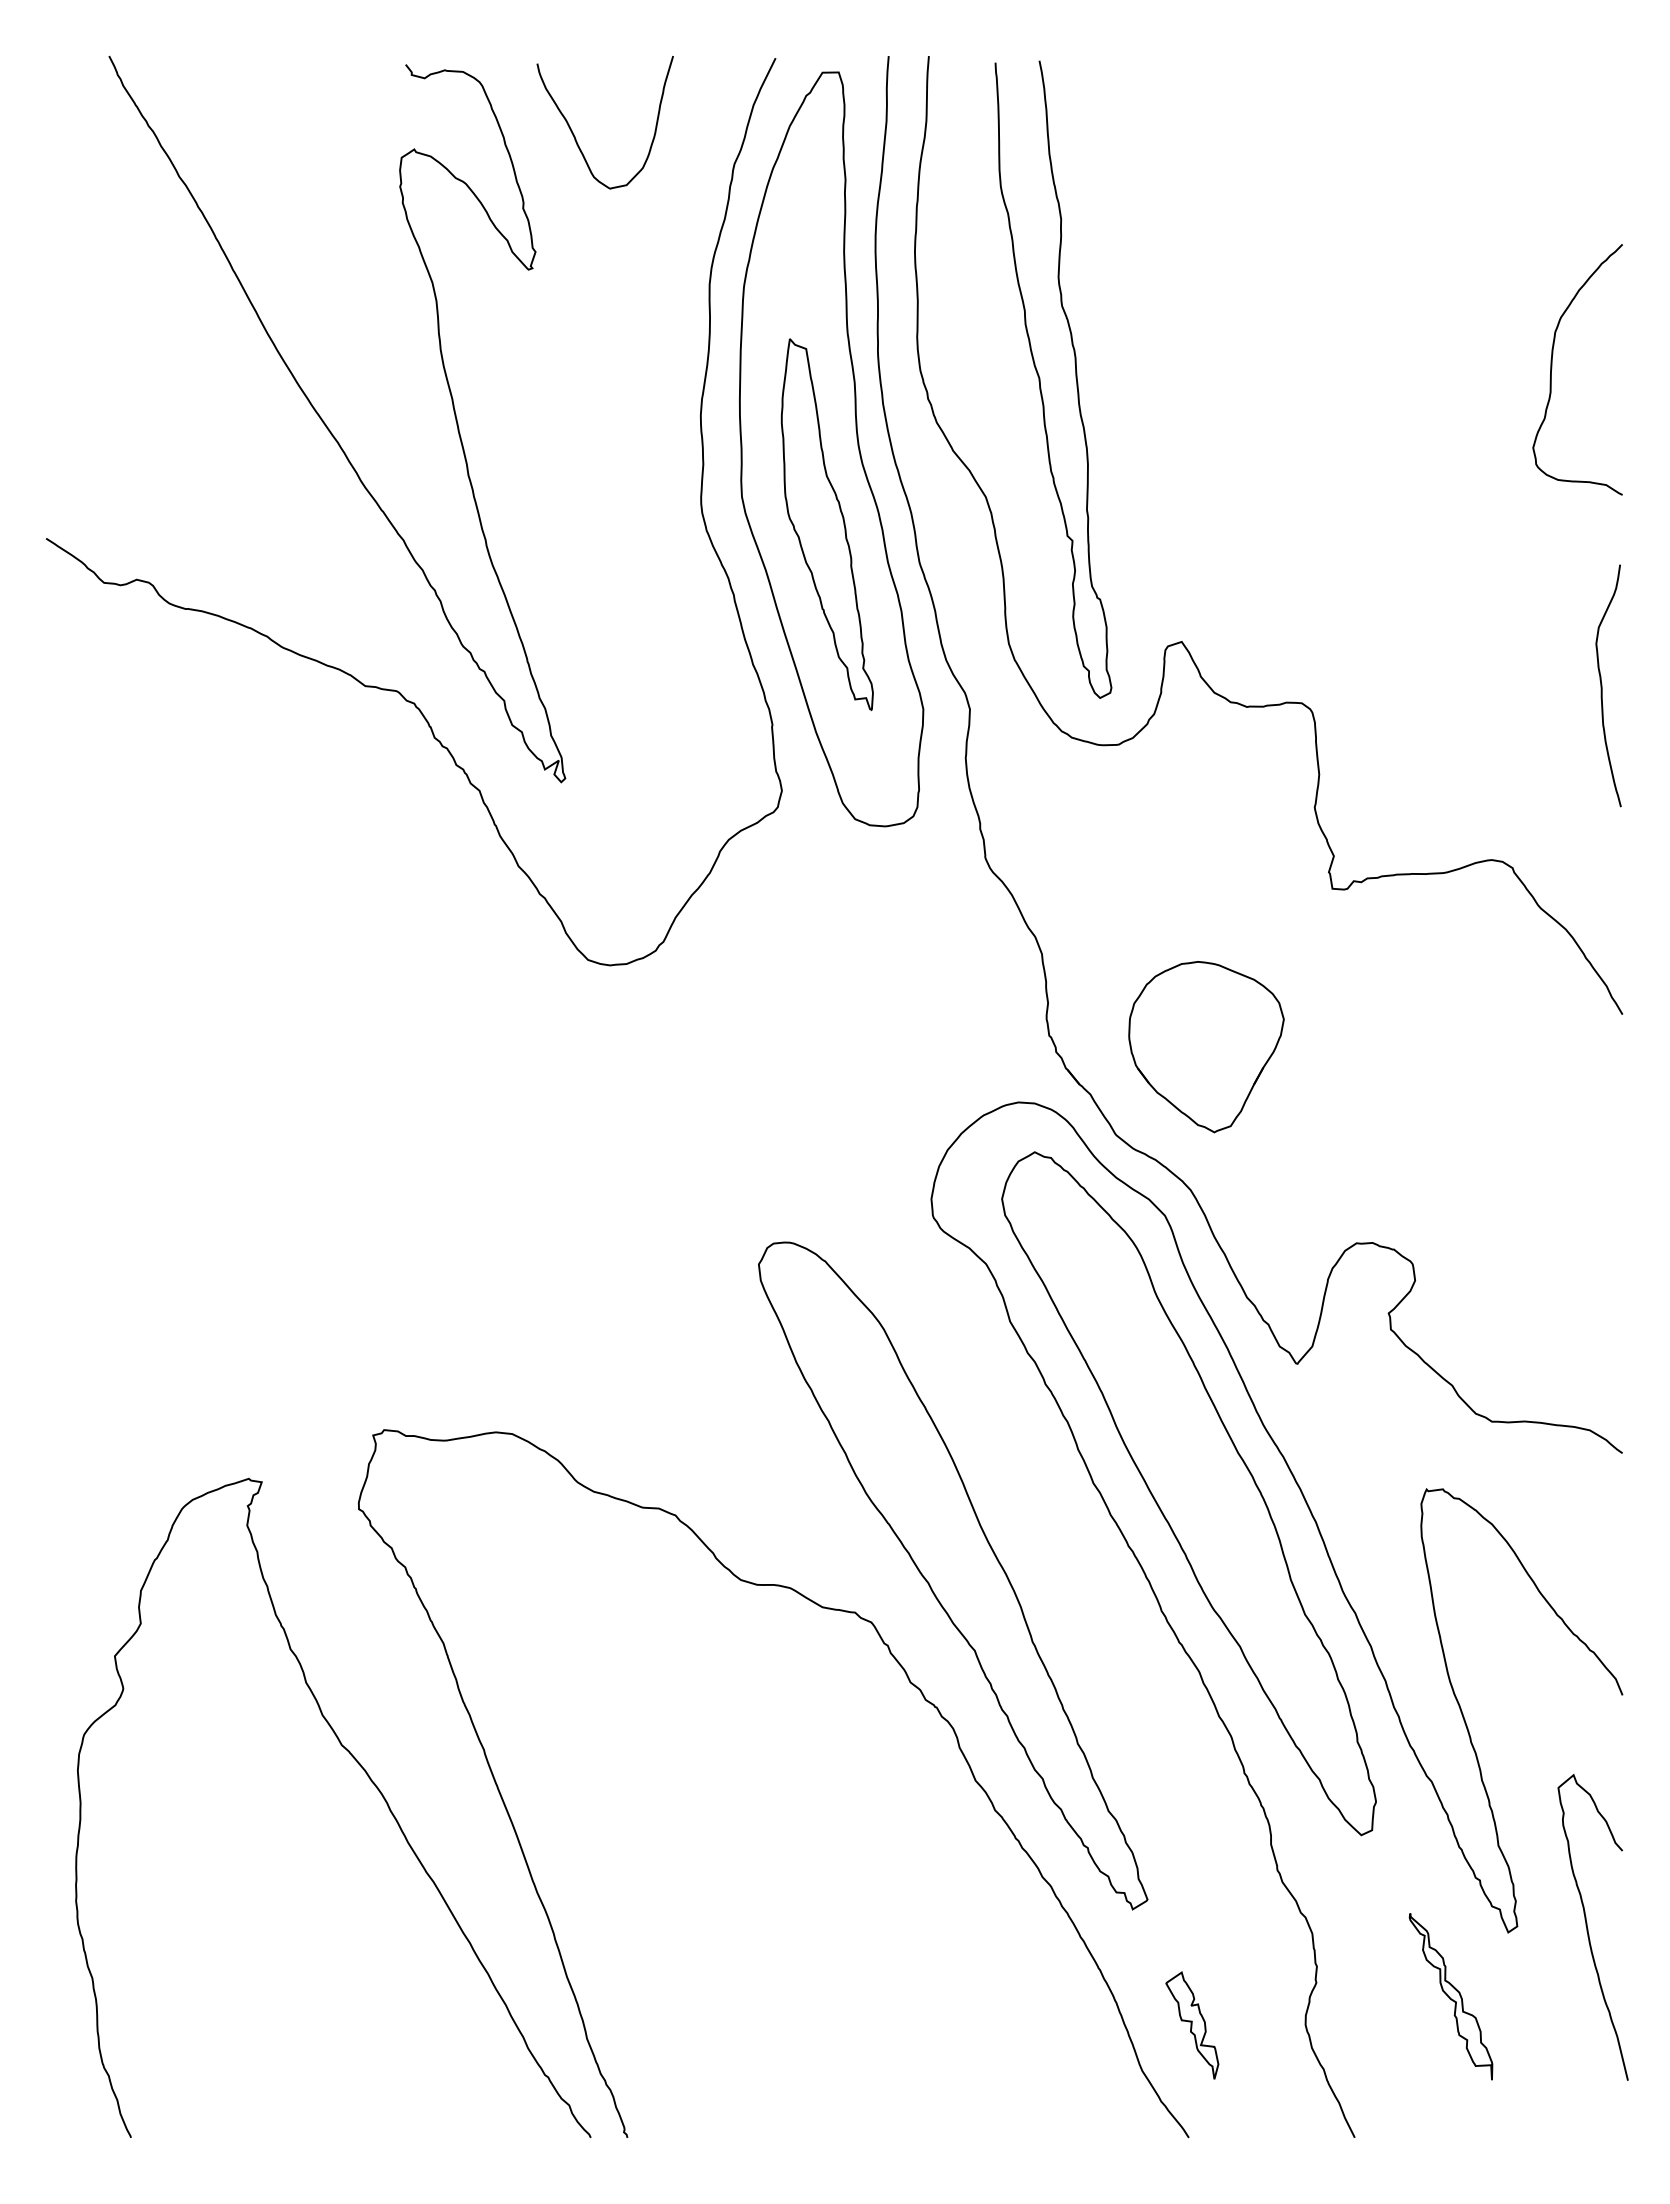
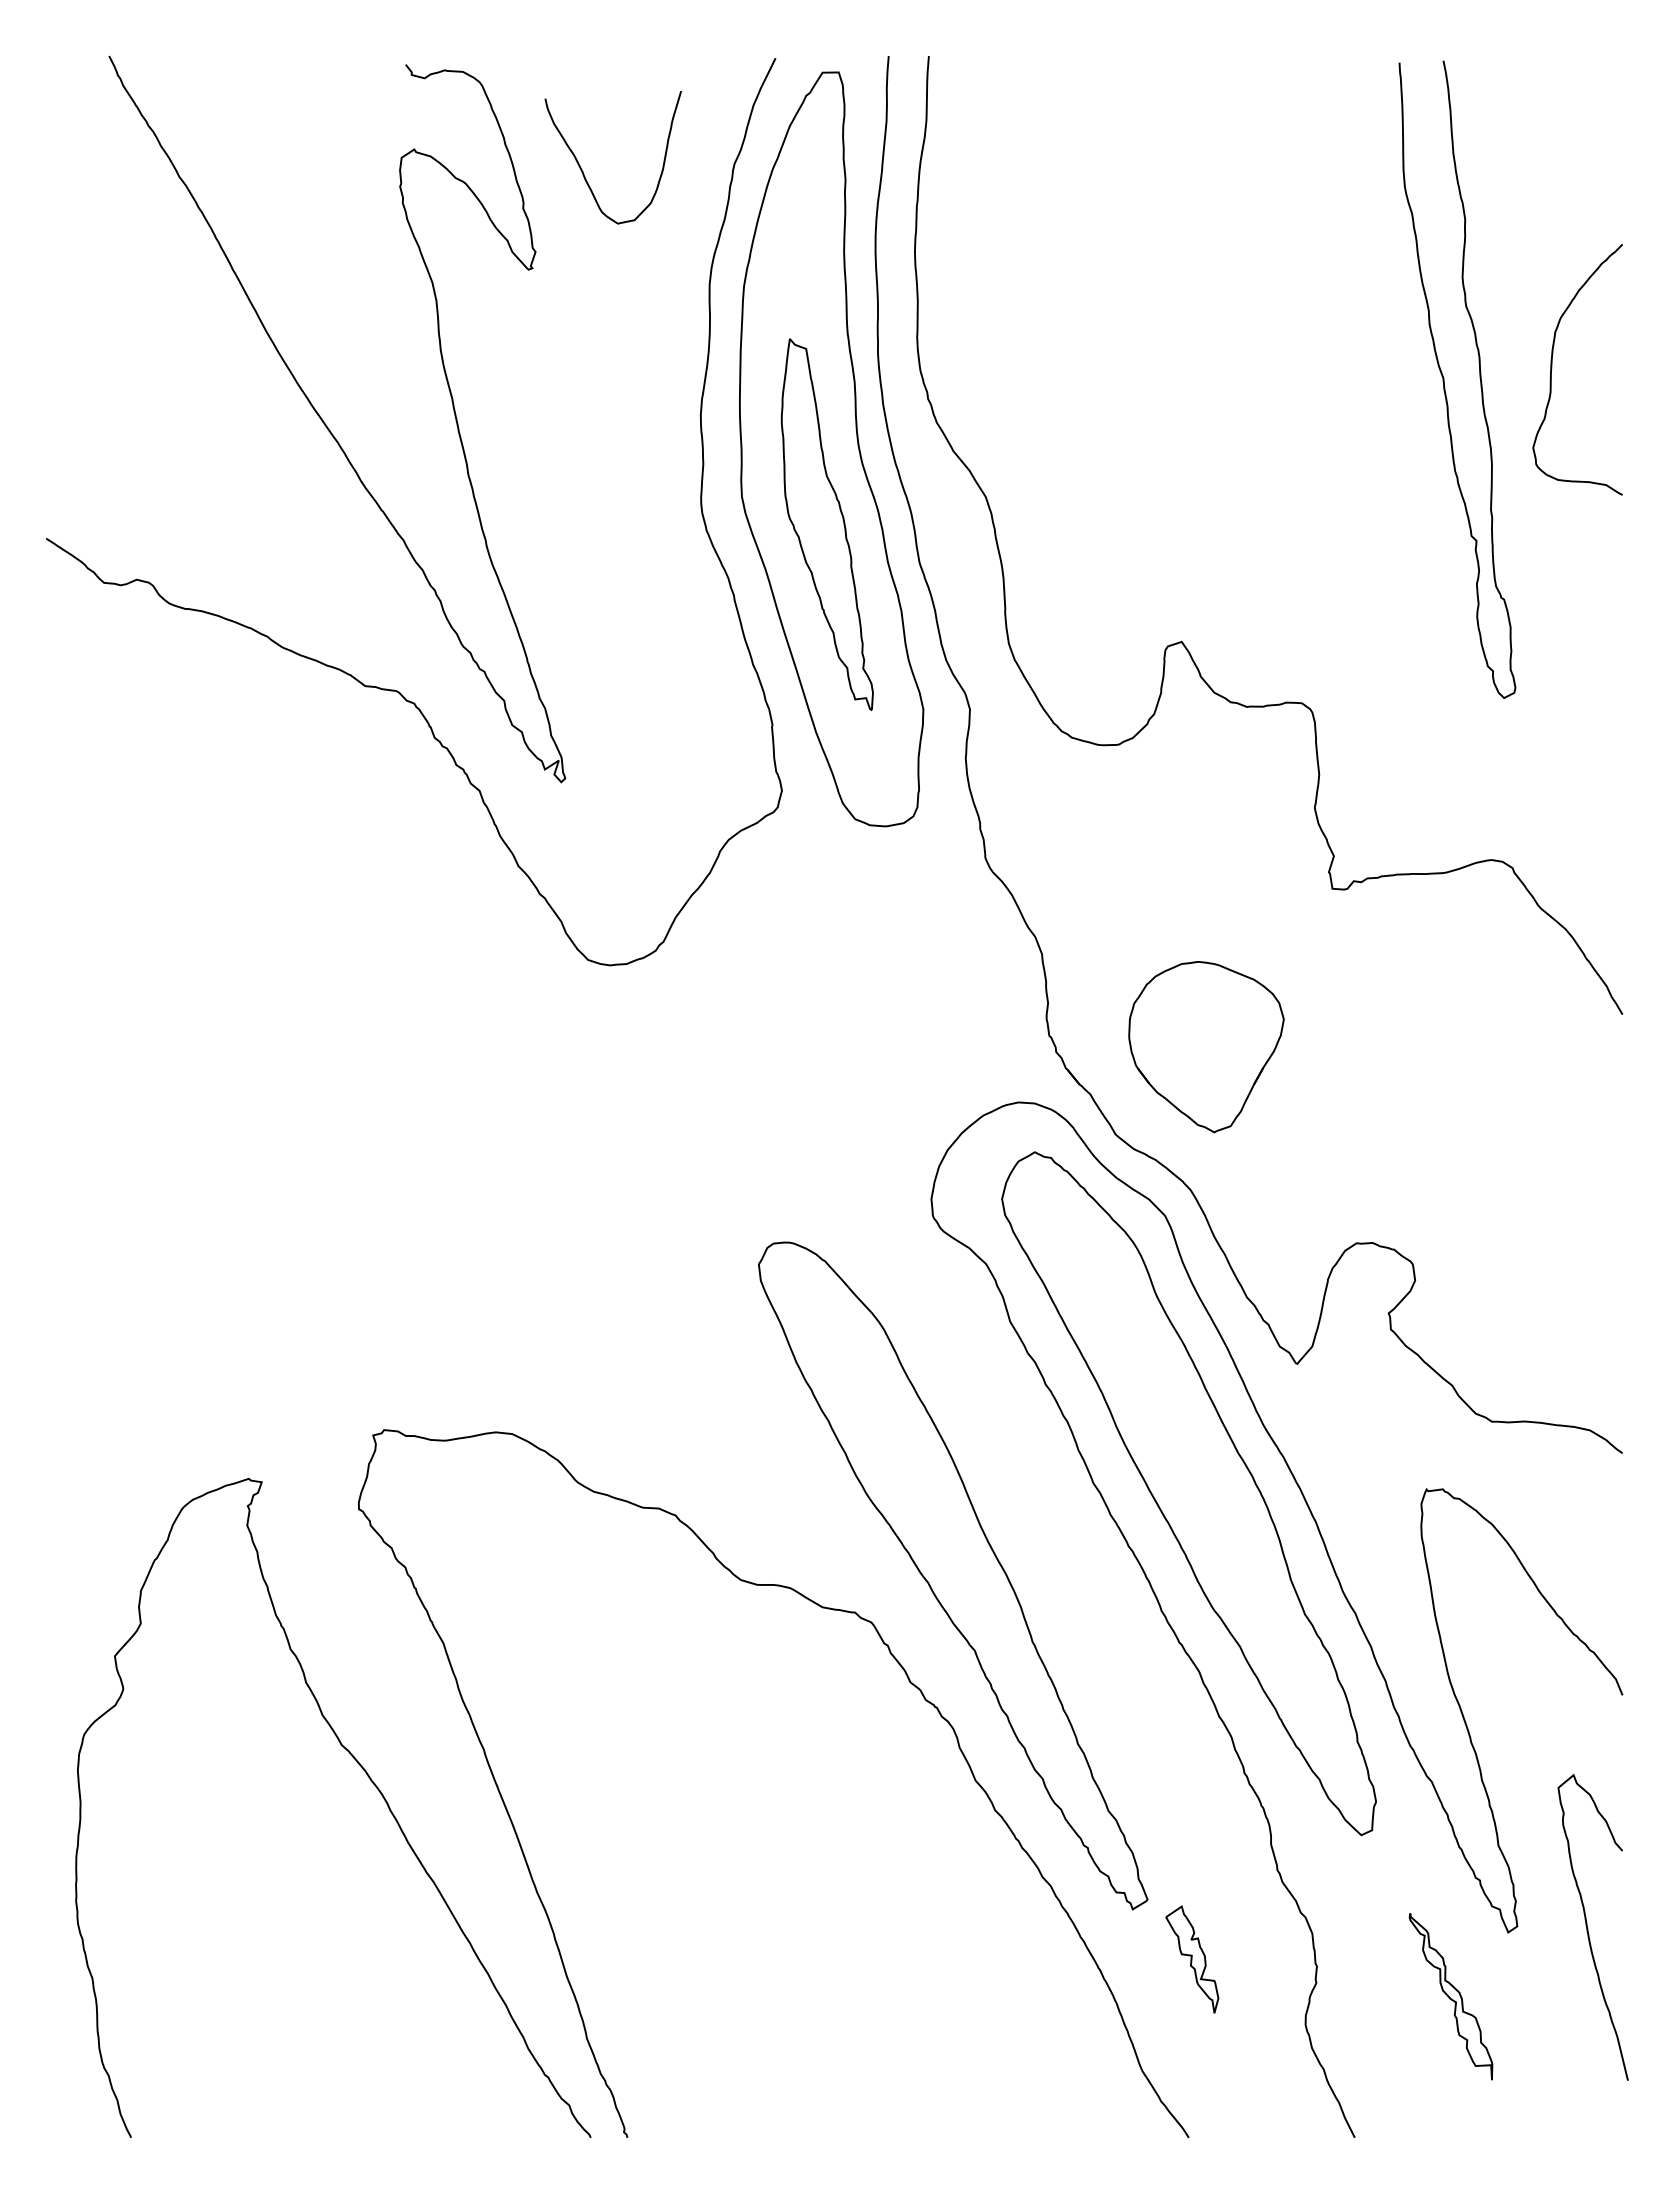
curve at (575, 136) position: (575, 136) -> (583, 171)
curve at (1040, 379) position: (1040, 379) -> (1444, 379)
curve at (1602, 685): present -> none
part at (1192, 2025) position: (1192, 2025) -> (1192, 1959)
